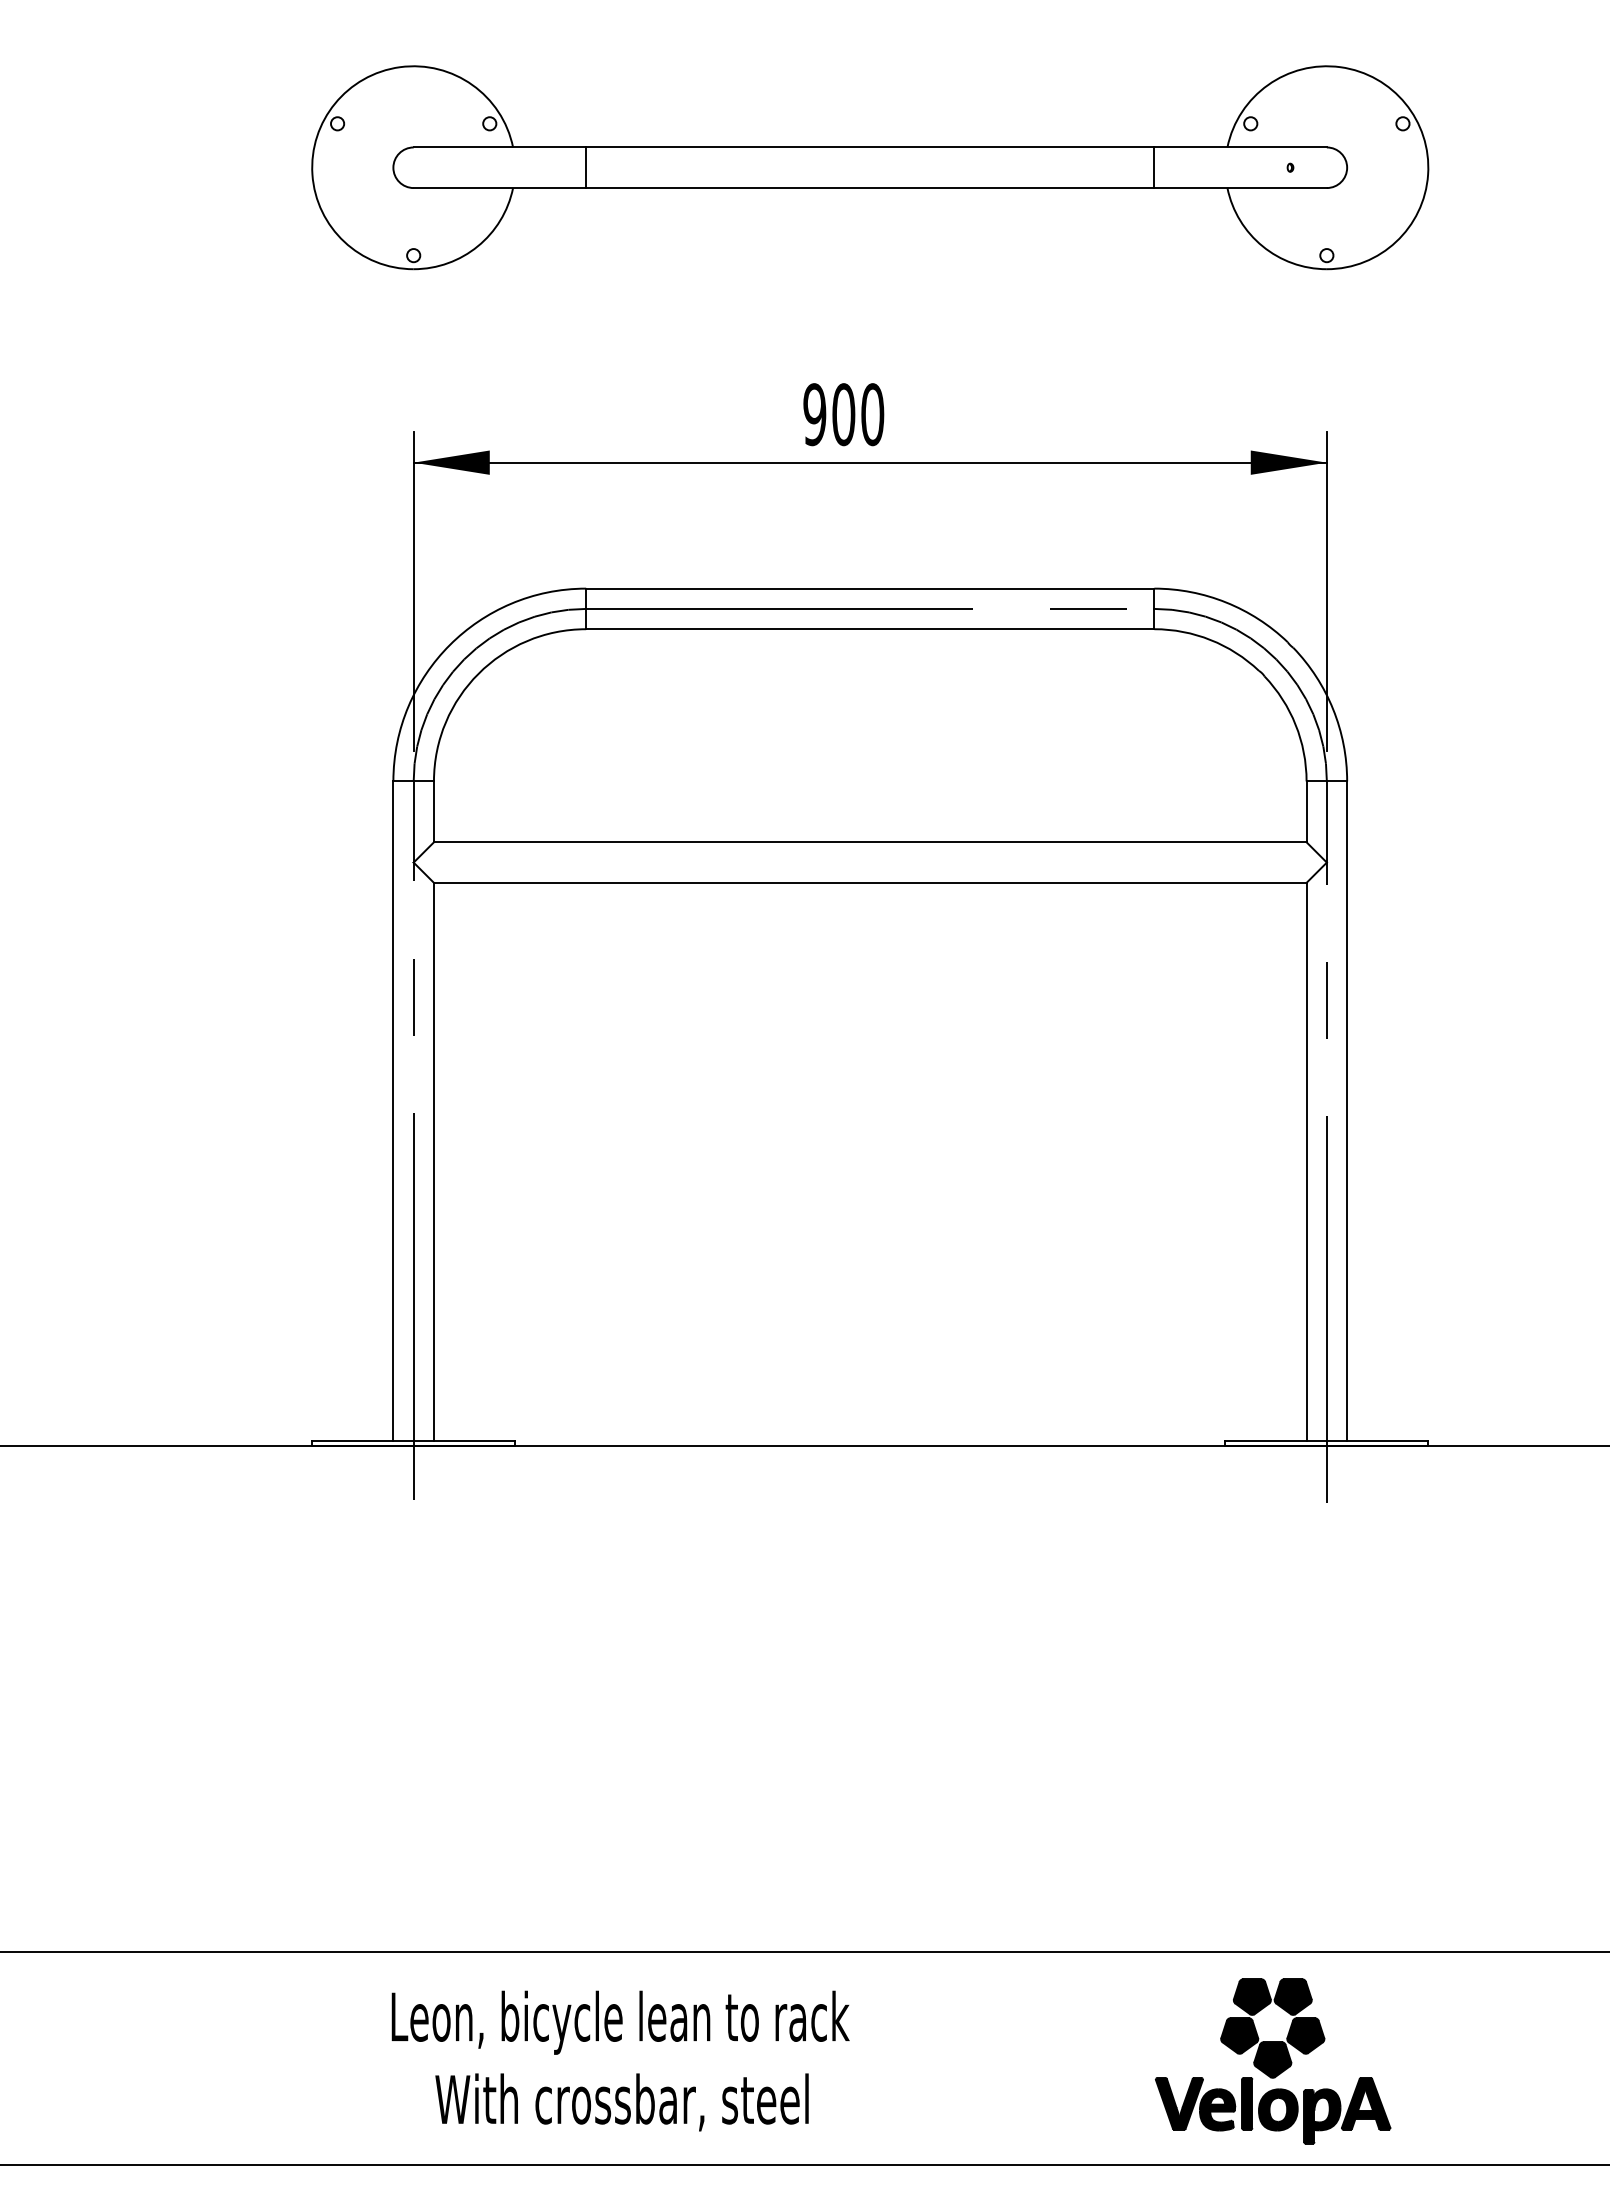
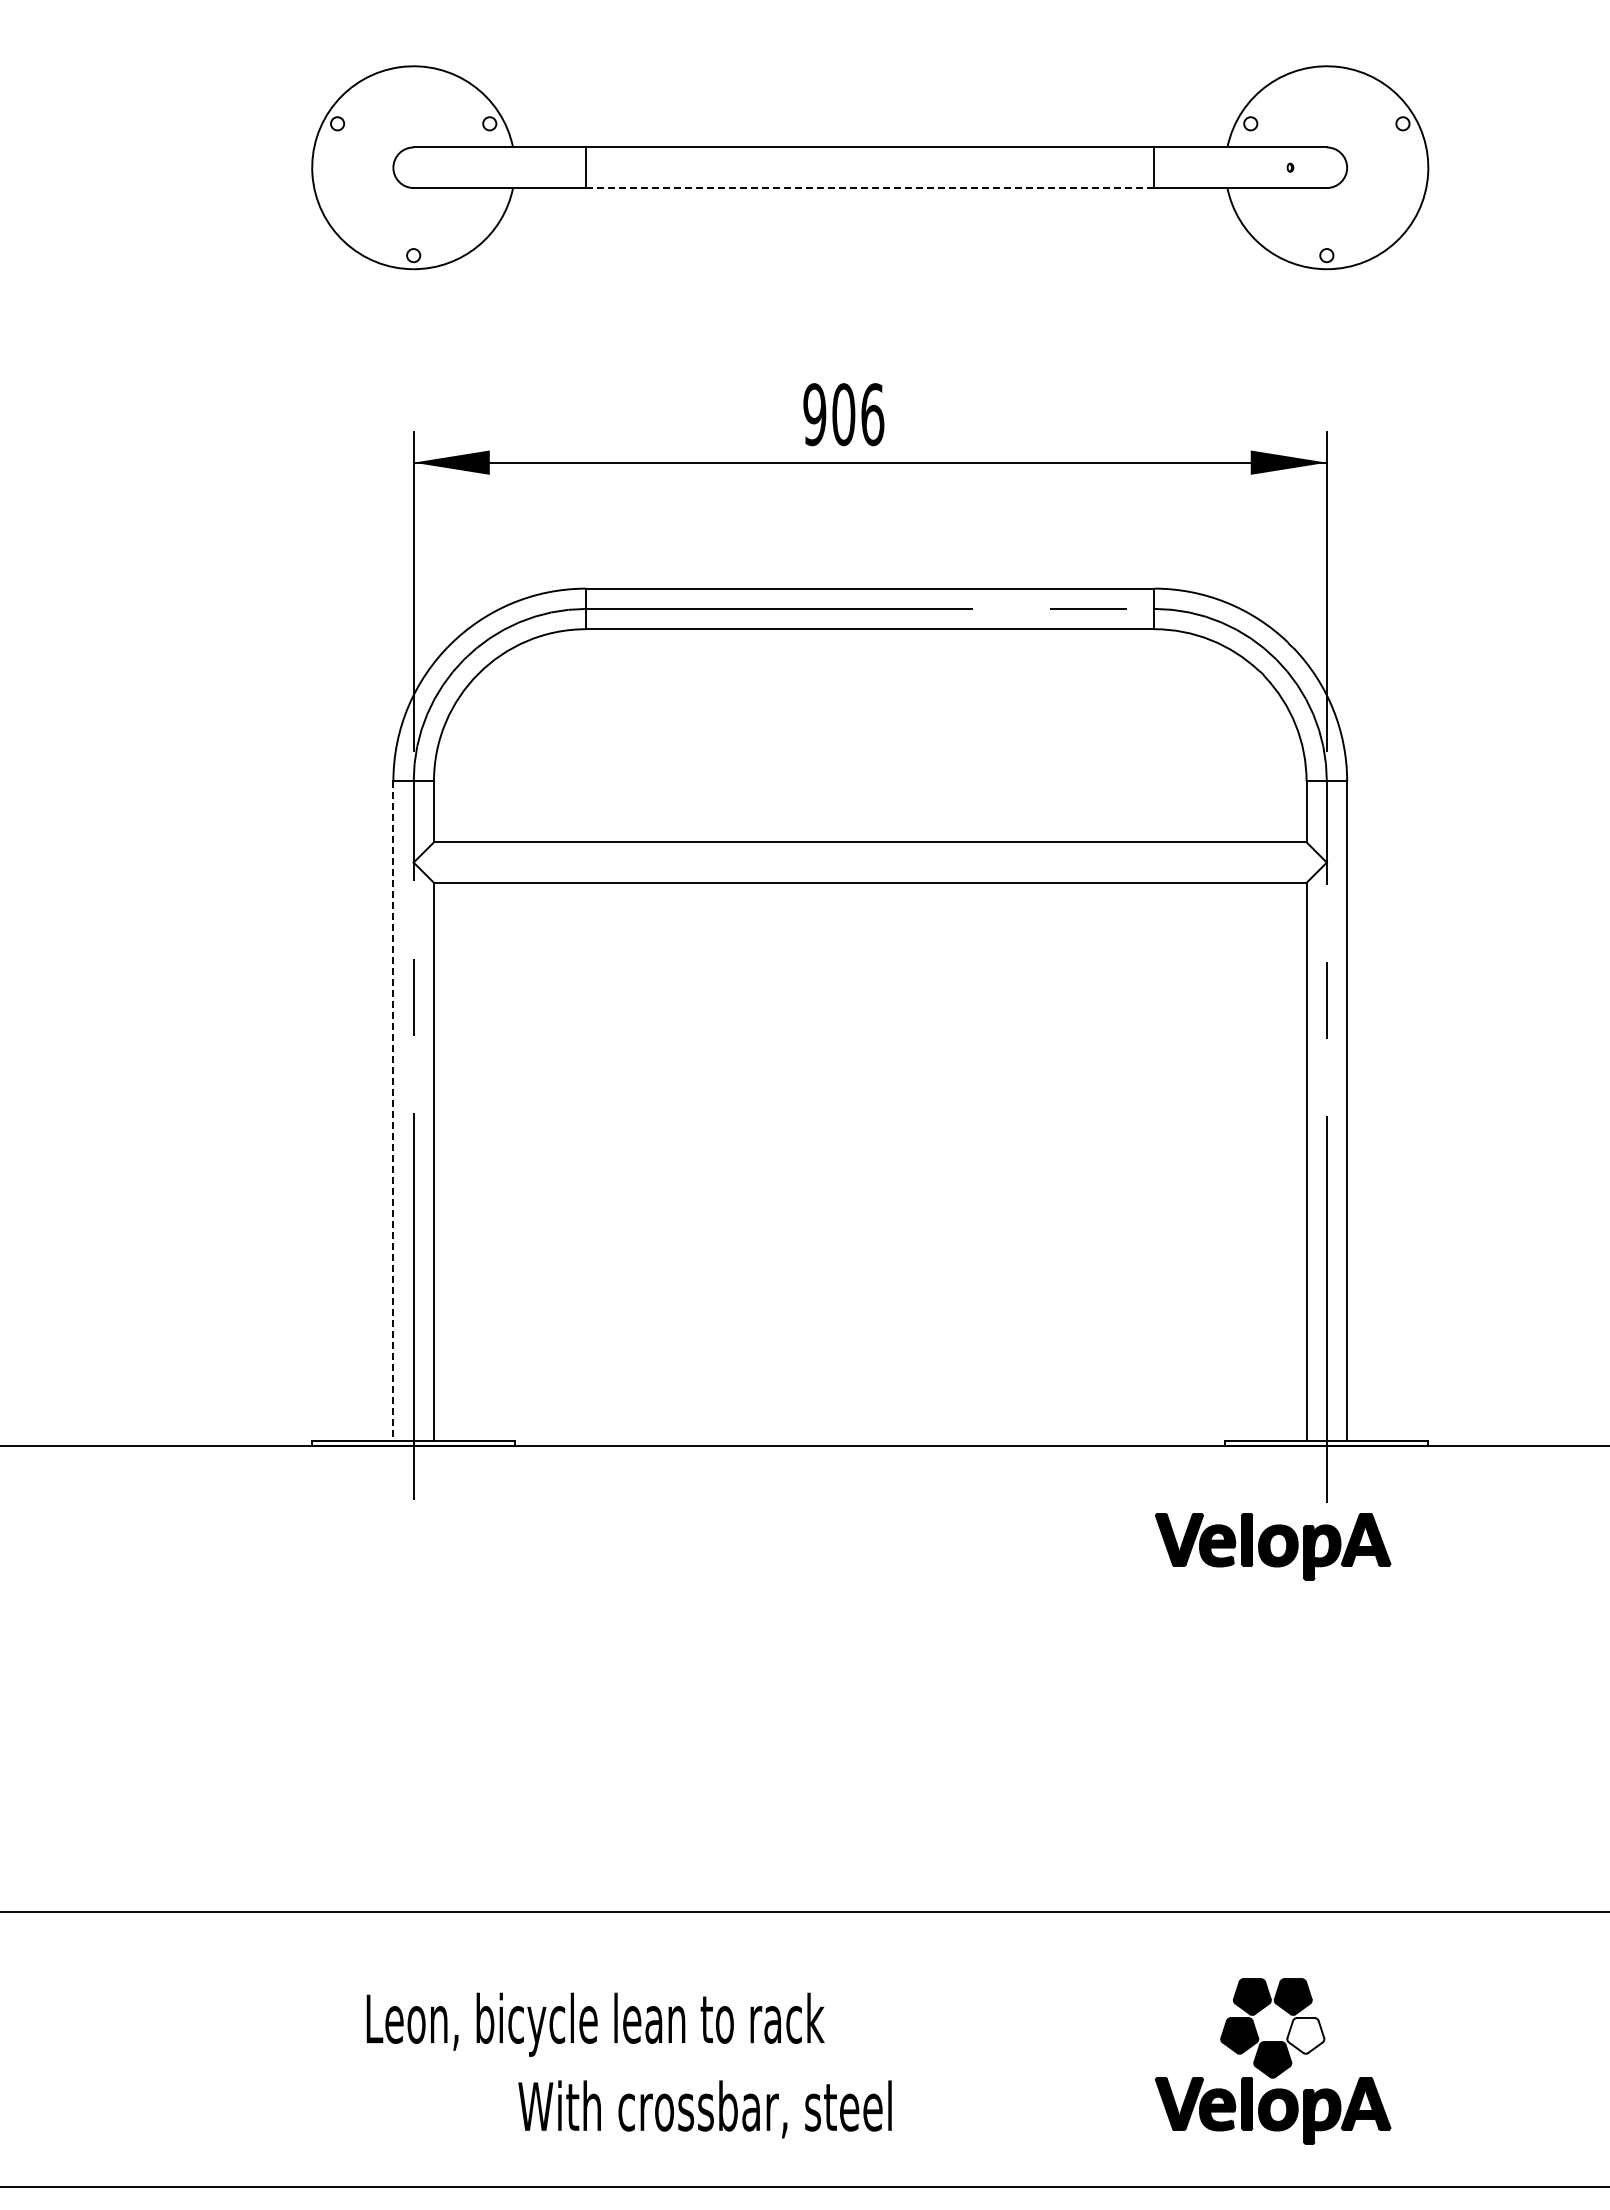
line at (870, 188): solid -> dashed
text at (872, 414): 900 -> 906
line at (393, 1111): solid -> dashed
part at (1273, 1546): none -> present
line at (804, 1951) position: (804, 1951) -> (804, 1911)
text at (620, 2022) position: (620, 2022) -> (595, 2024)
fill at (1305, 2035): present -> none
text at (621, 2102) position: (621, 2102) -> (704, 2109)
line at (804, 2164) position: (804, 2164) -> (804, 2186)
